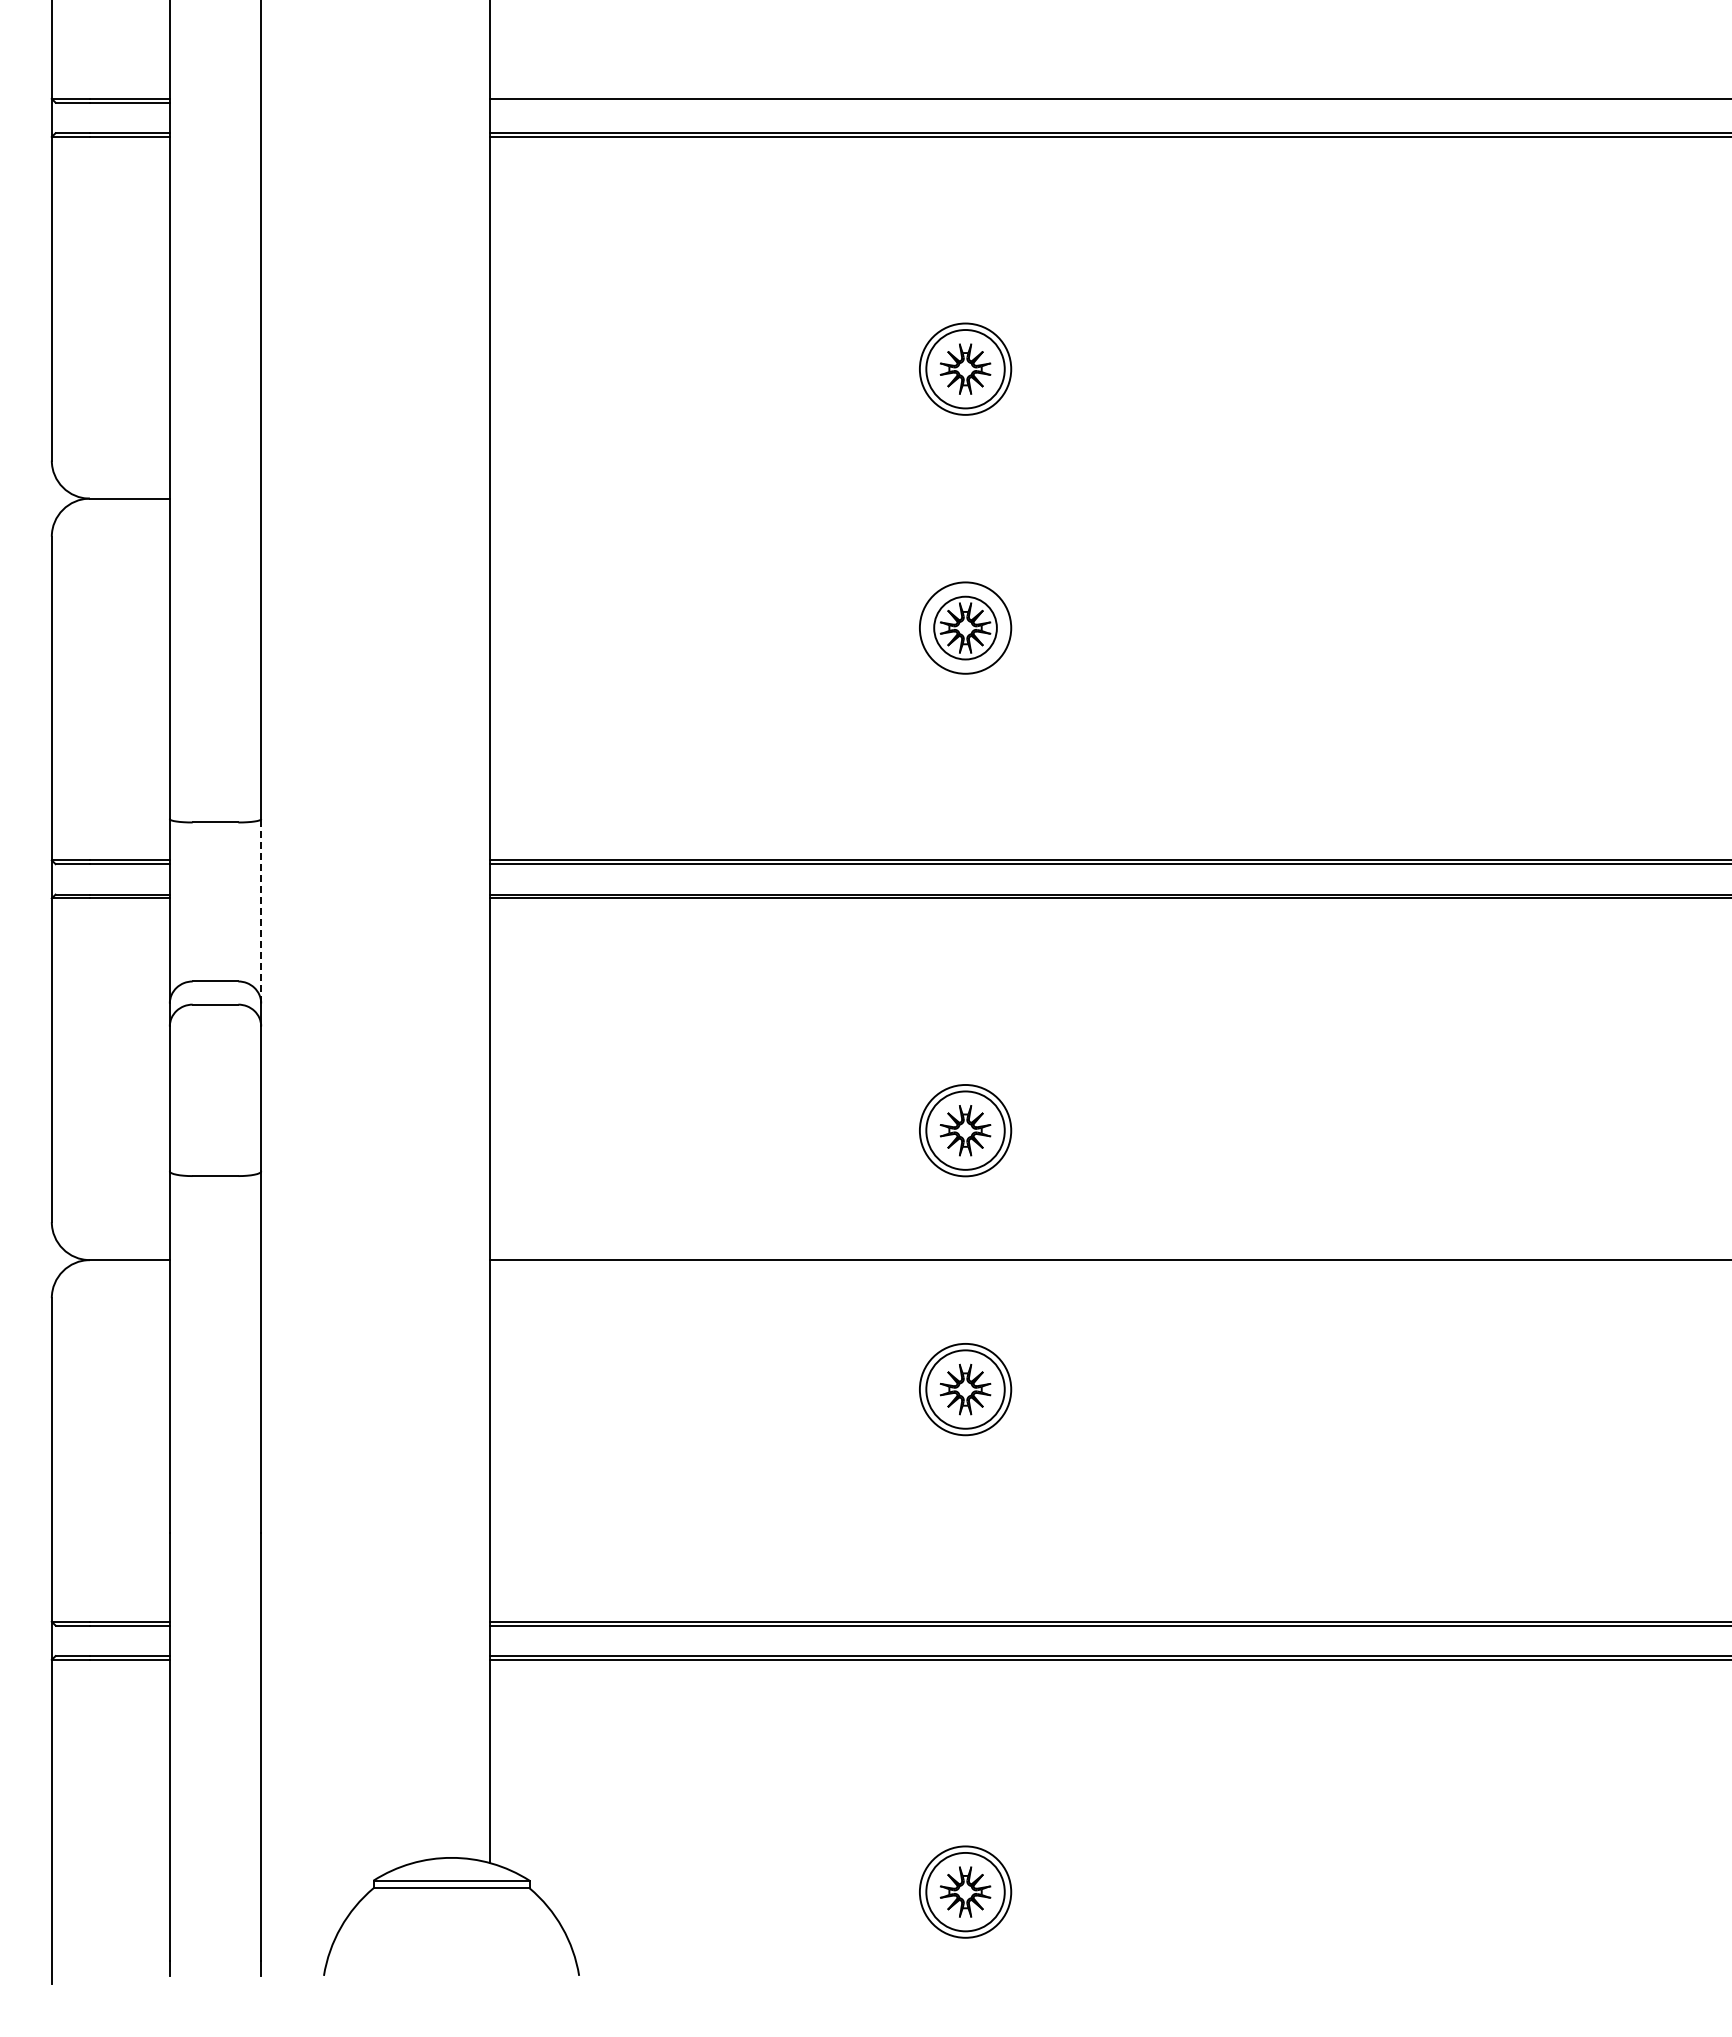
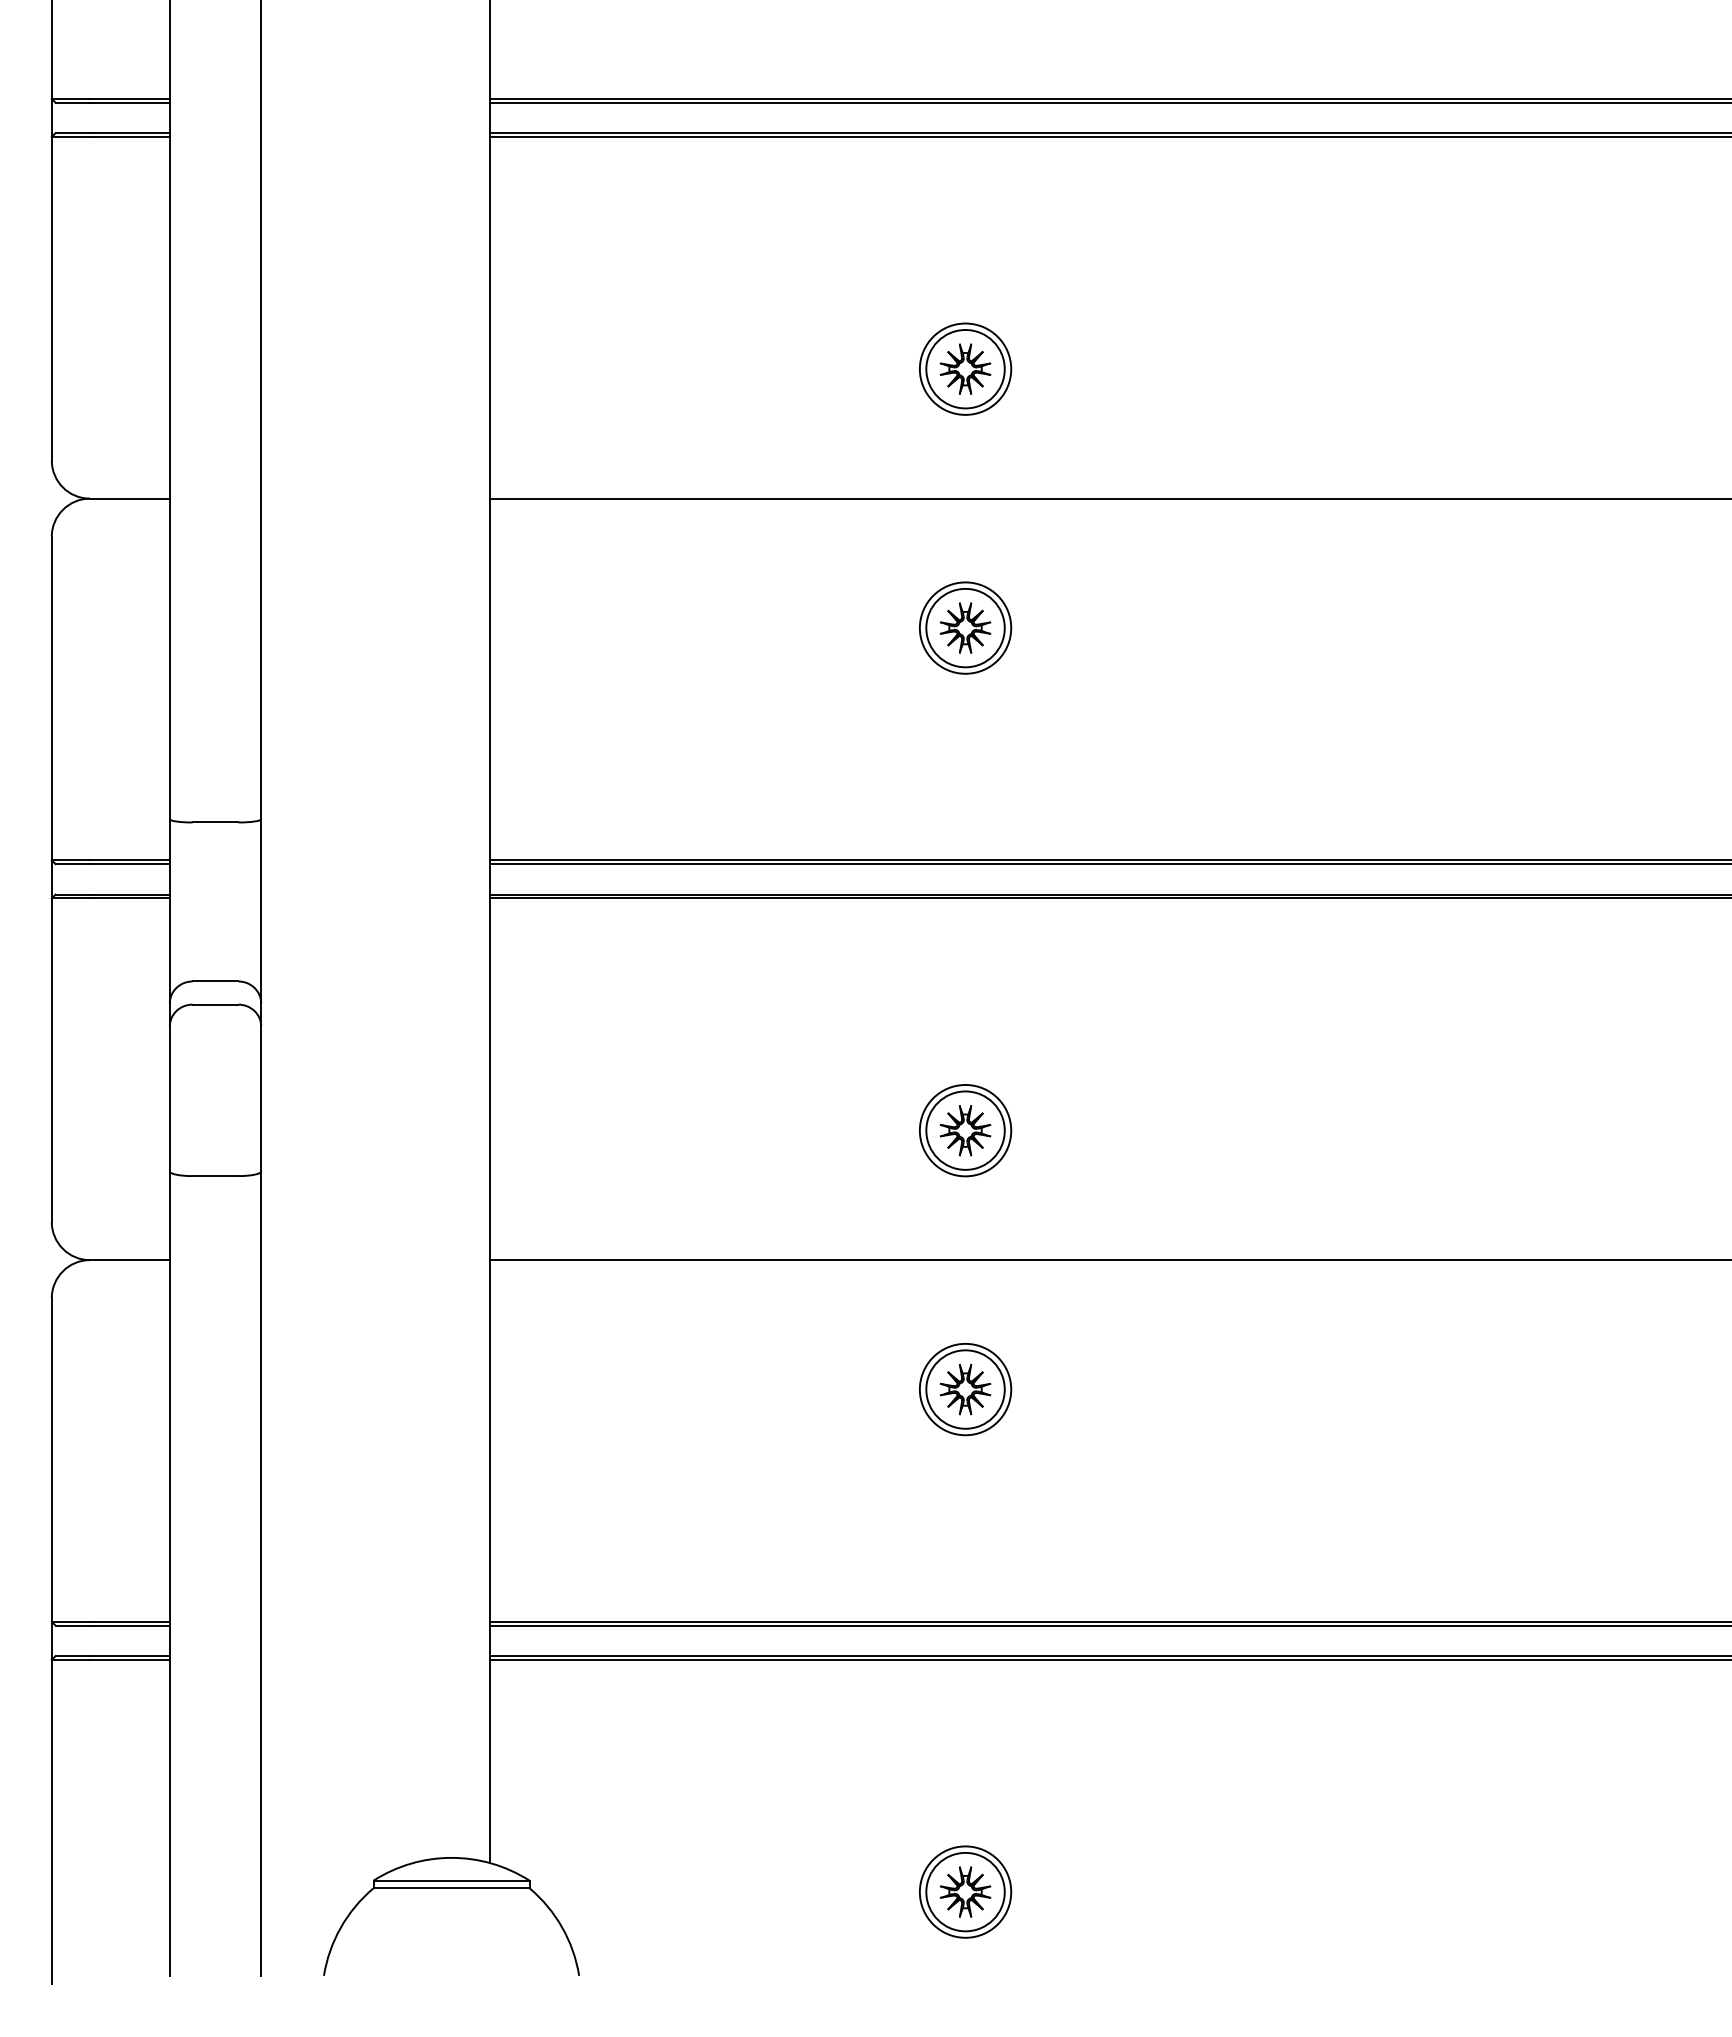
line at (1108, 102): none -> present
line at (1108, 498): none -> present
circle at (965, 627) diameter: 63 px -> 78 px
line at (261, 910): dashed -> solid
